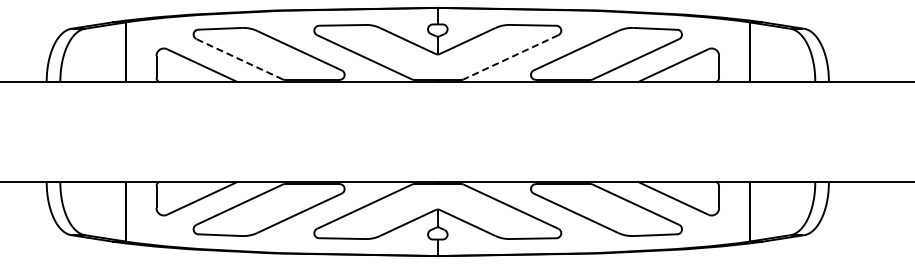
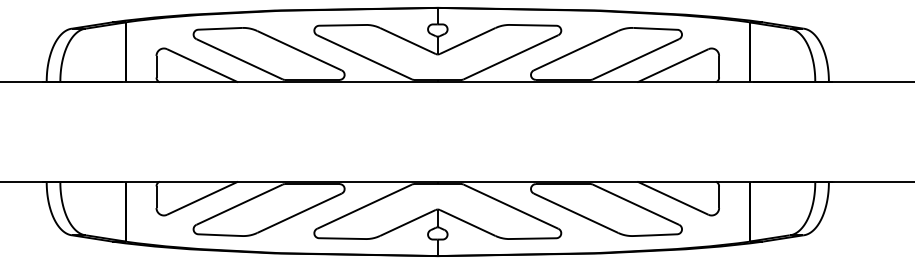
line at (510, 57): dashed -> solid
line at (239, 59): dashed -> solid
